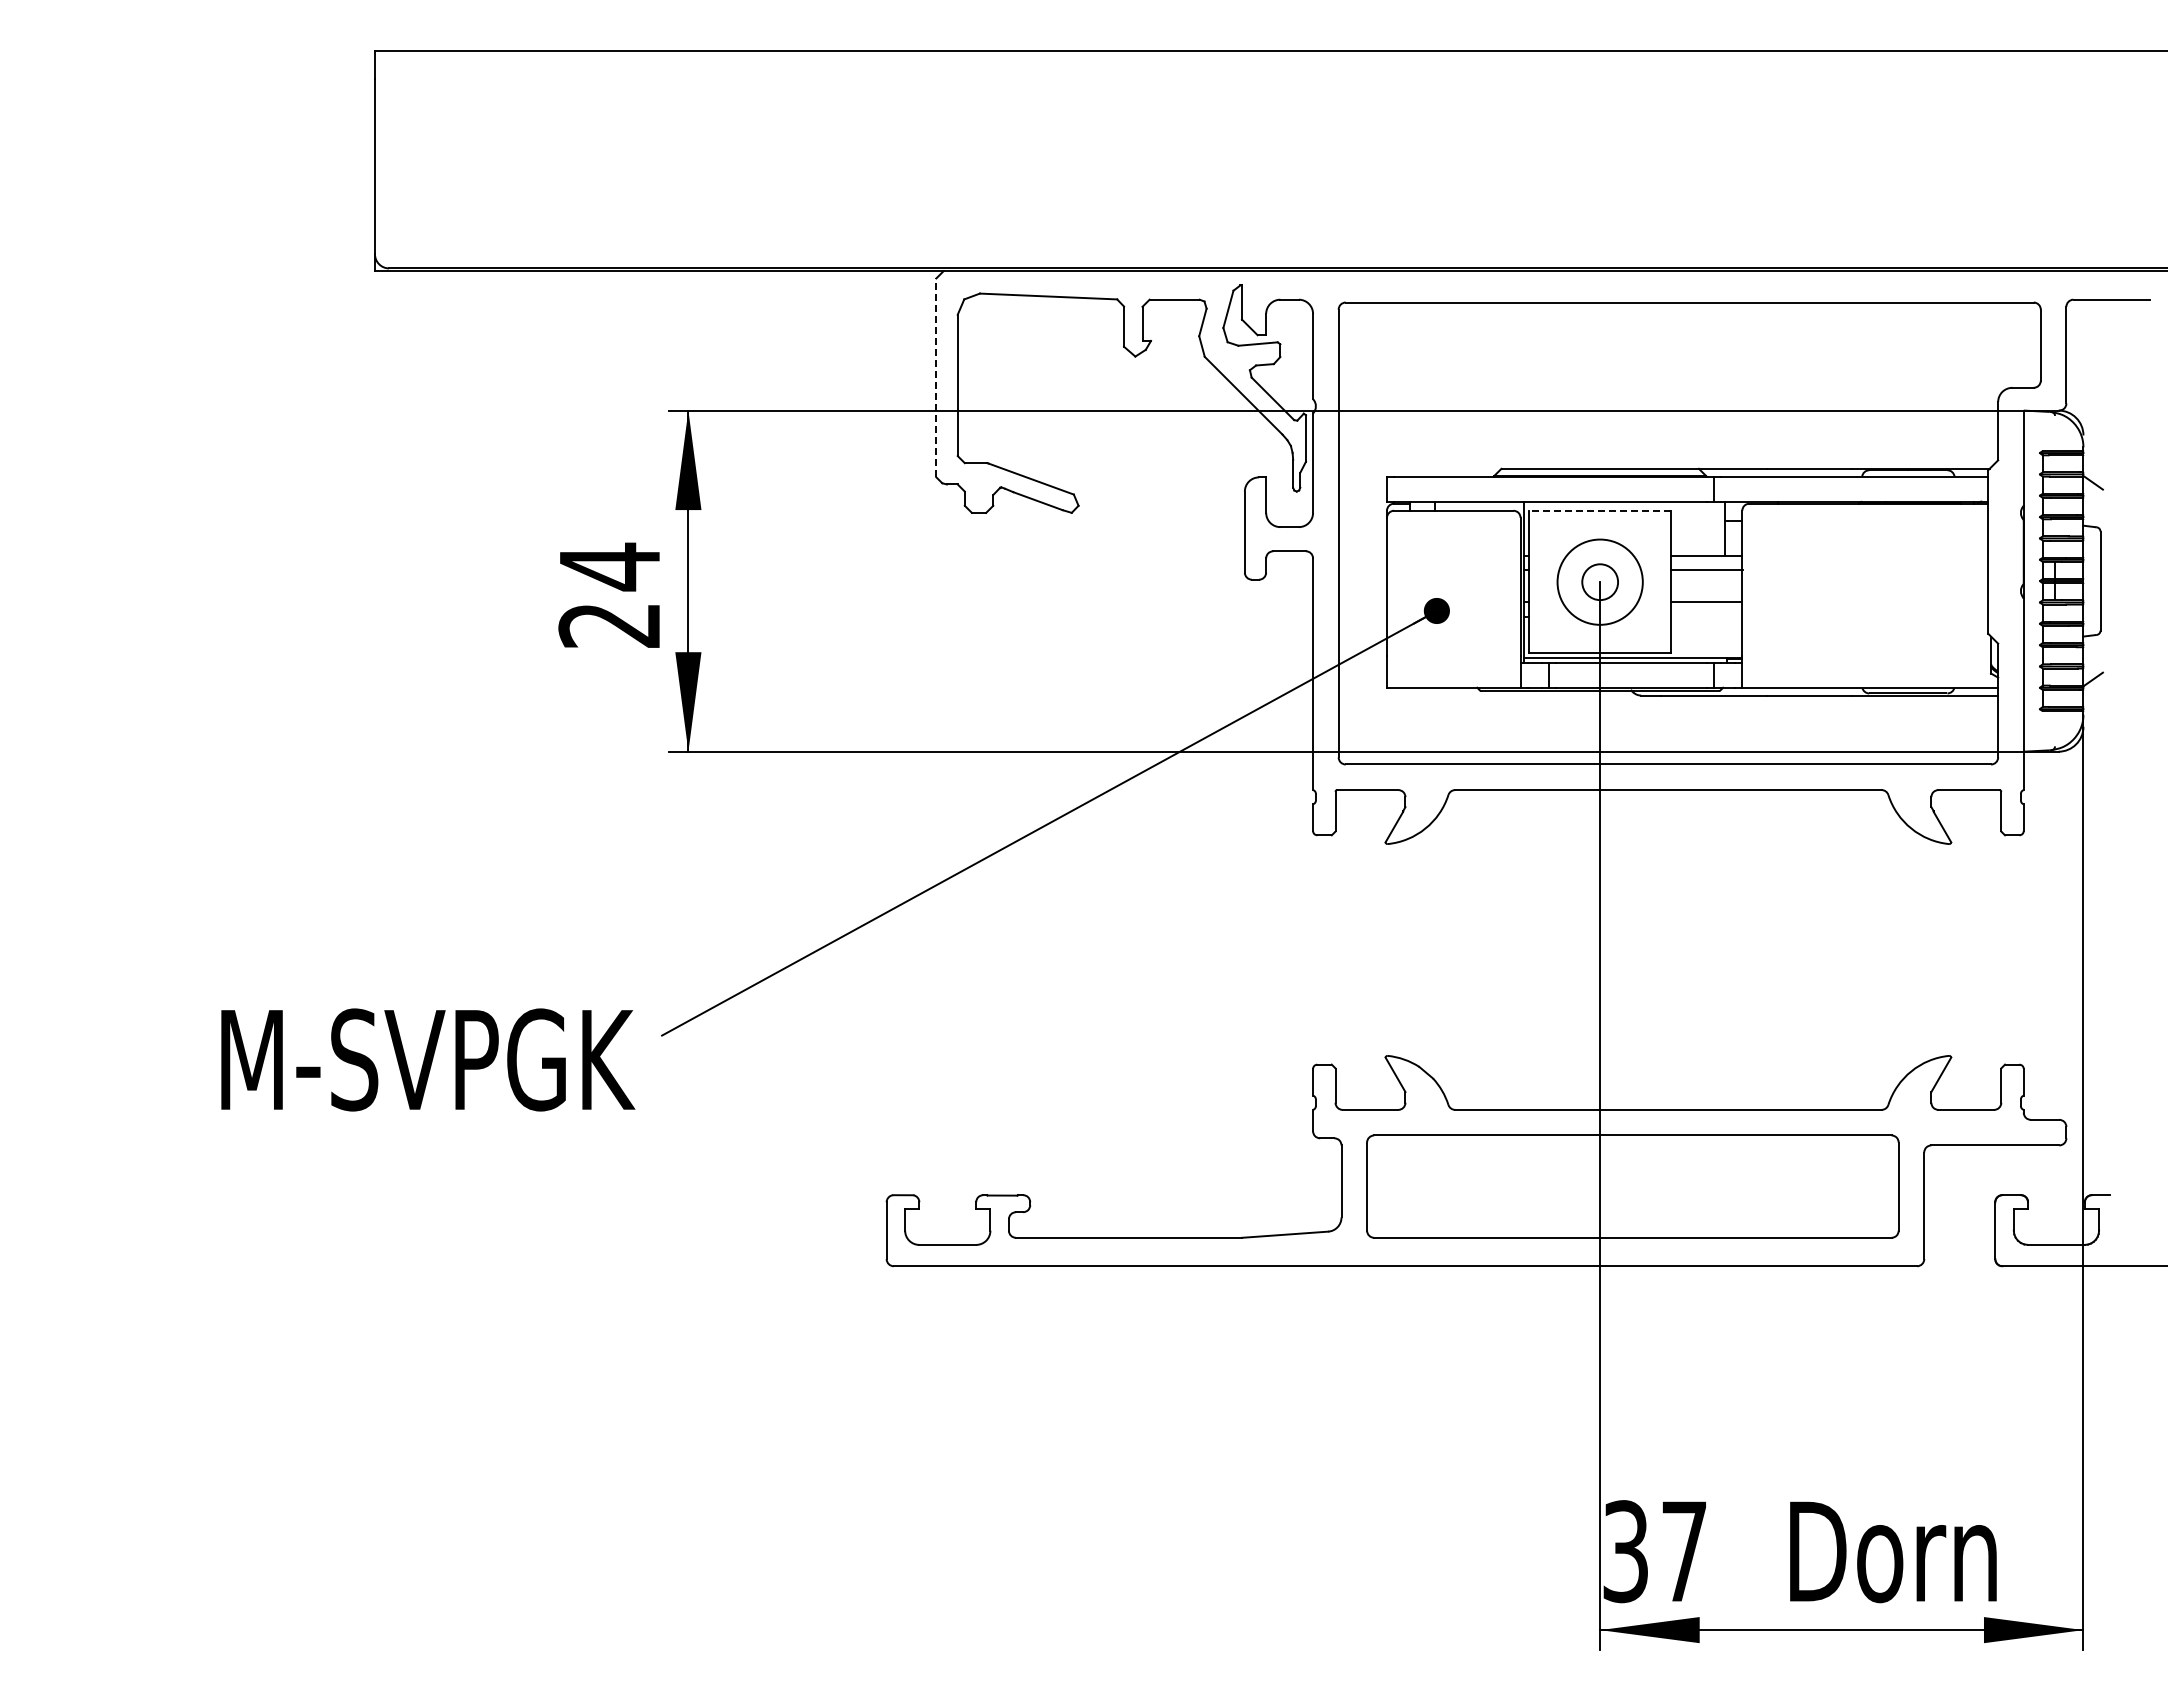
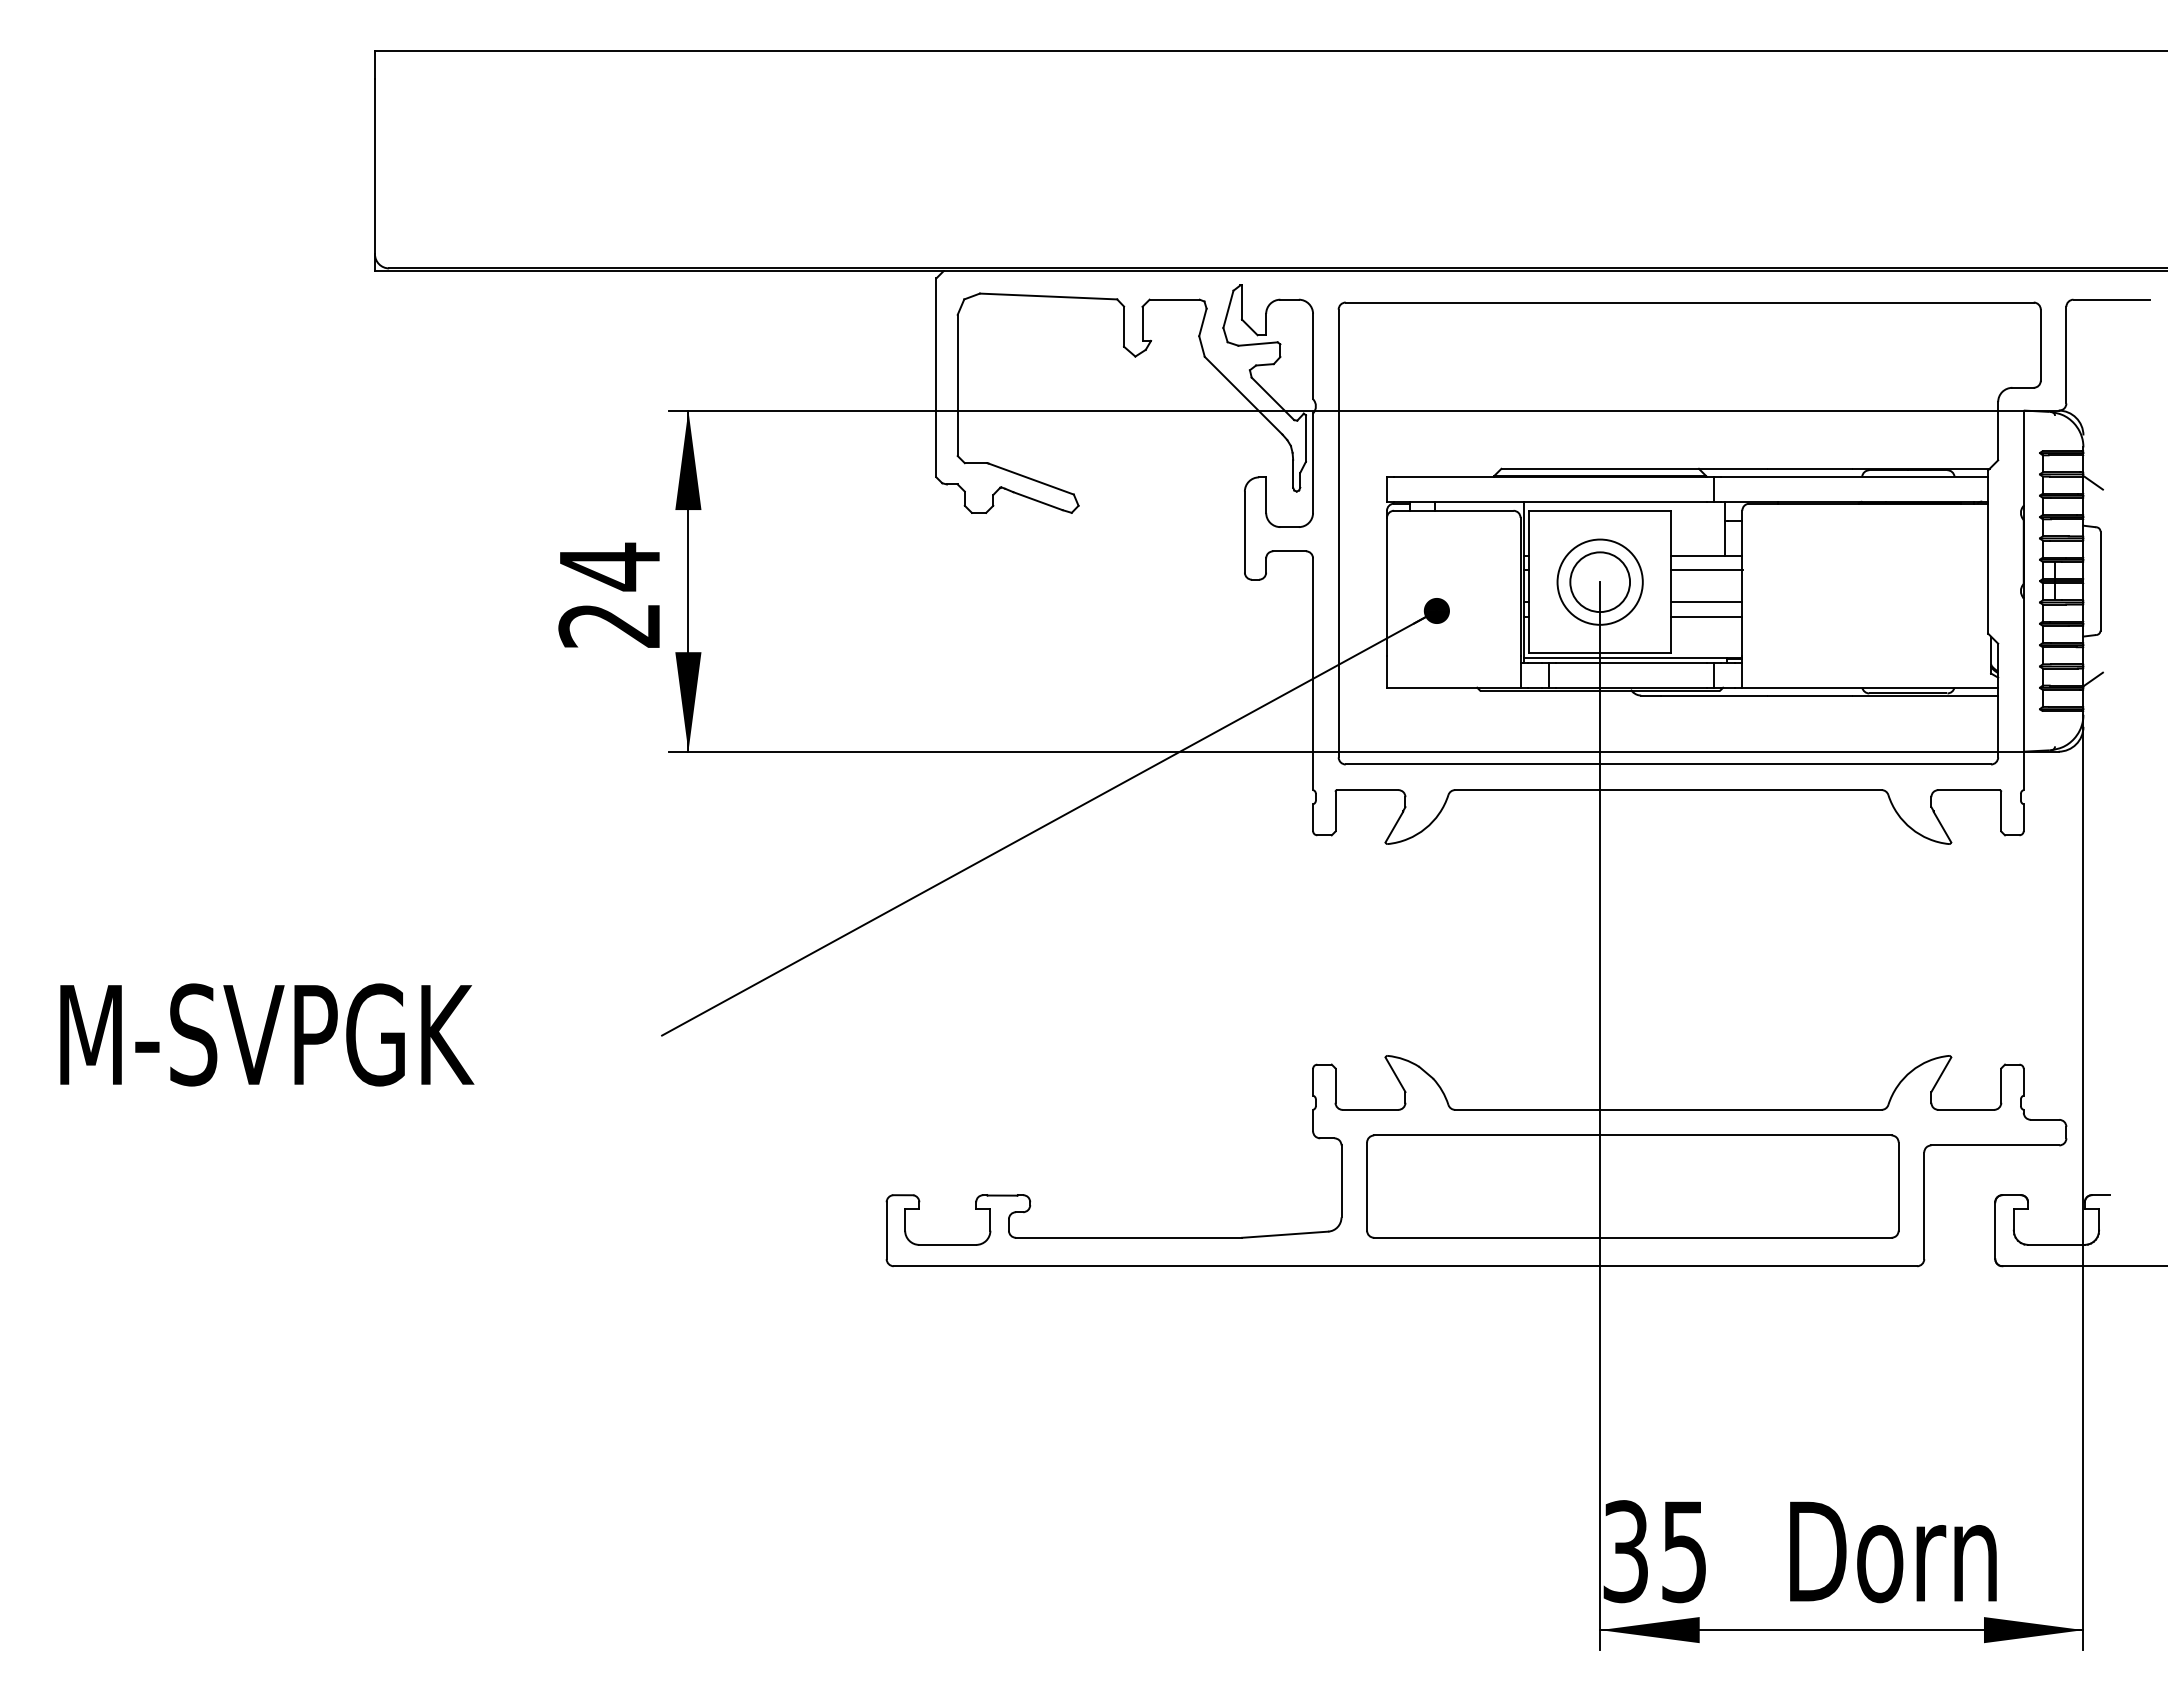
line at (936, 377): dashed -> solid
line at (1599, 511): dashed -> solid
circle at (1600, 582) diameter: 36 px -> 60 px
line at (1706, 616): none -> present
text at (428, 1059) position: (428, 1059) -> (267, 1034)
text at (1683, 1552): 37 -> 35
